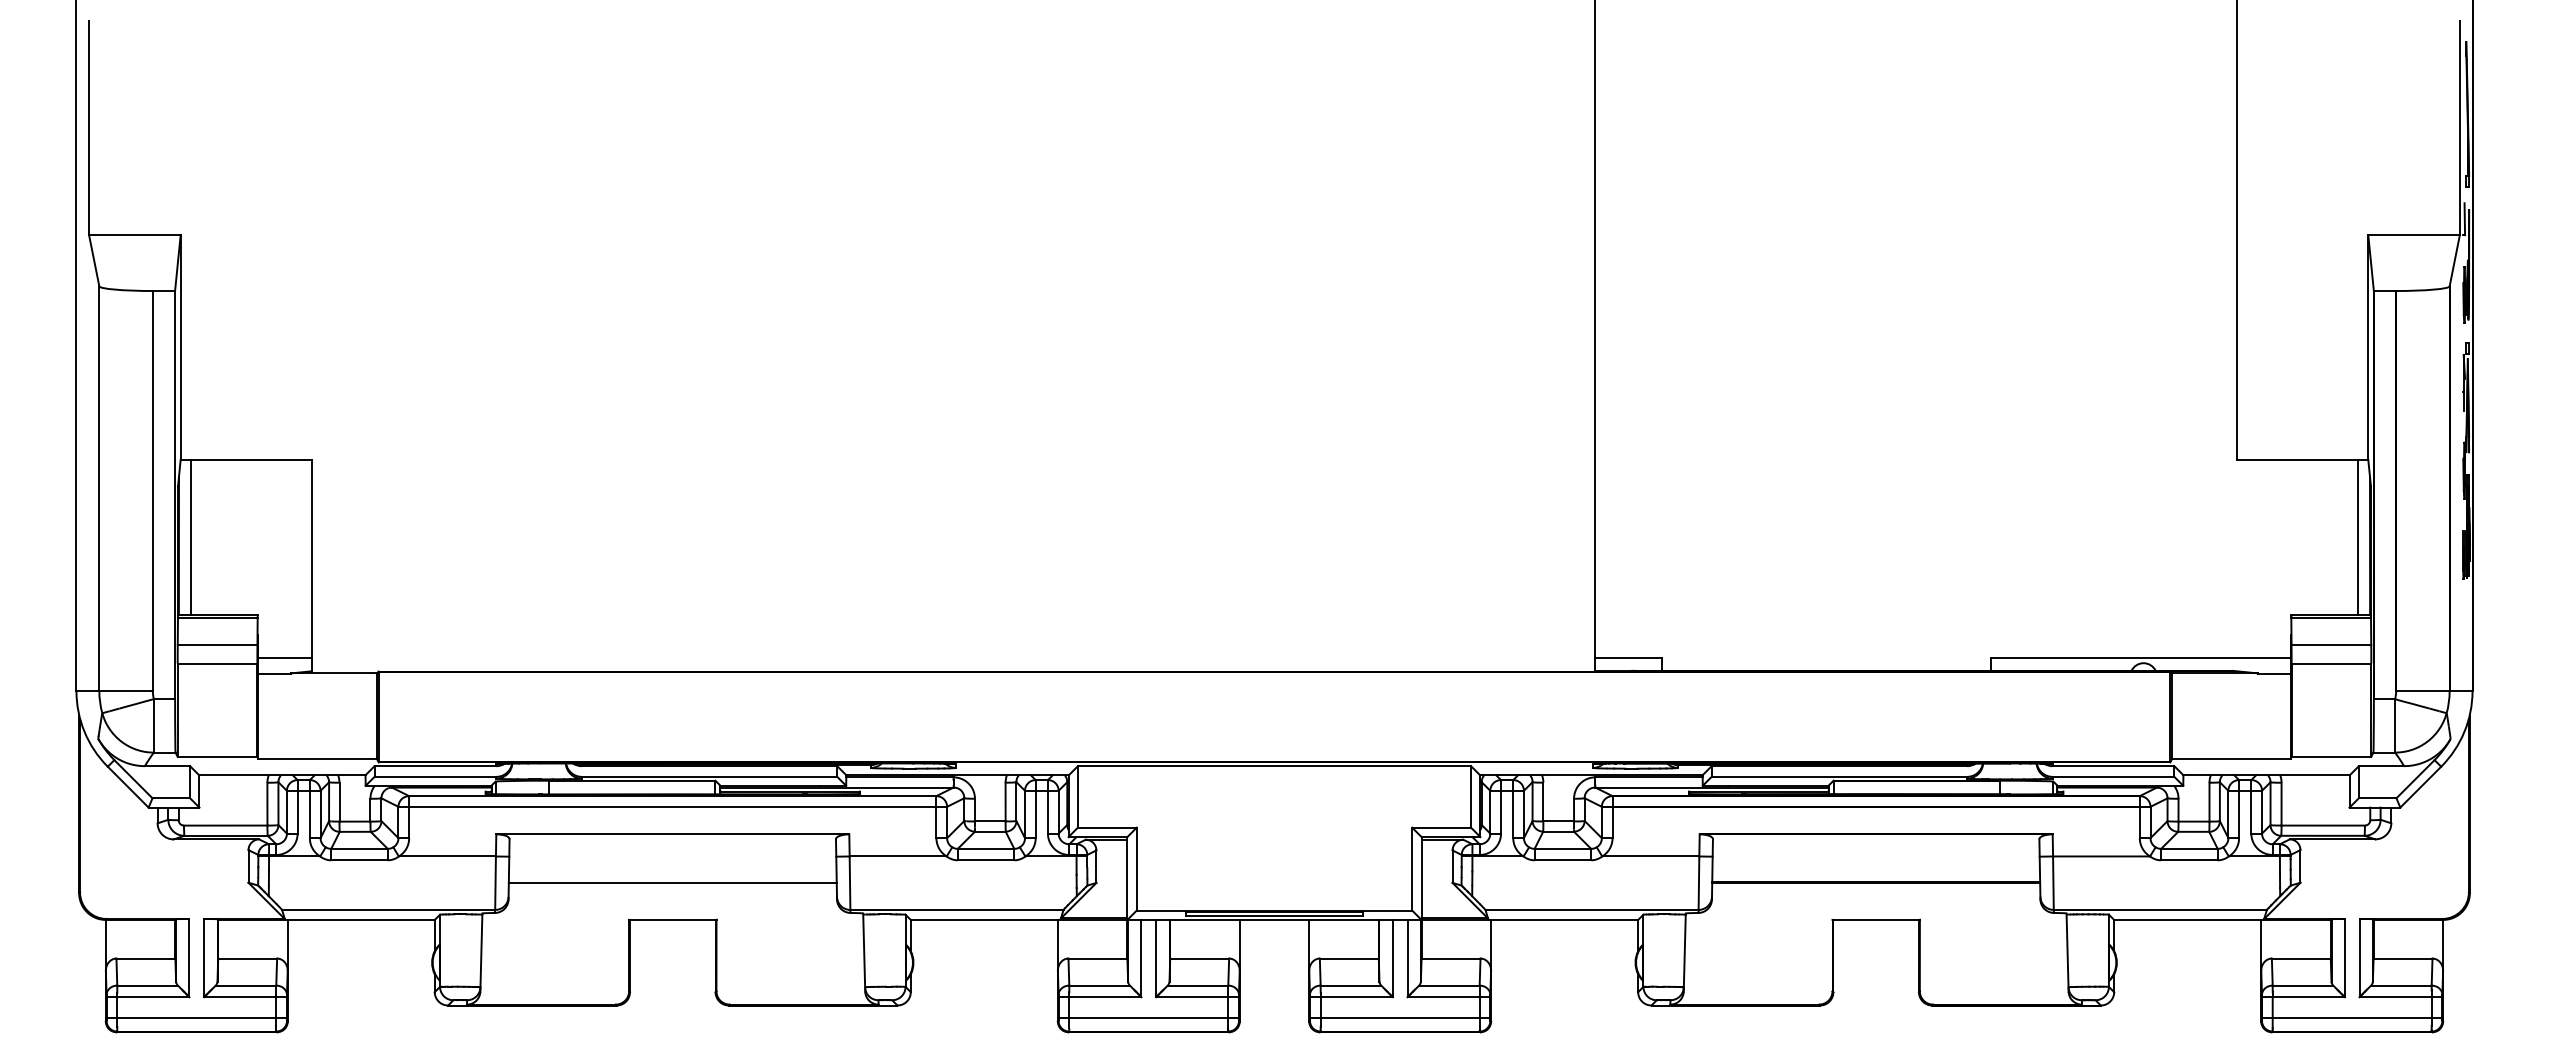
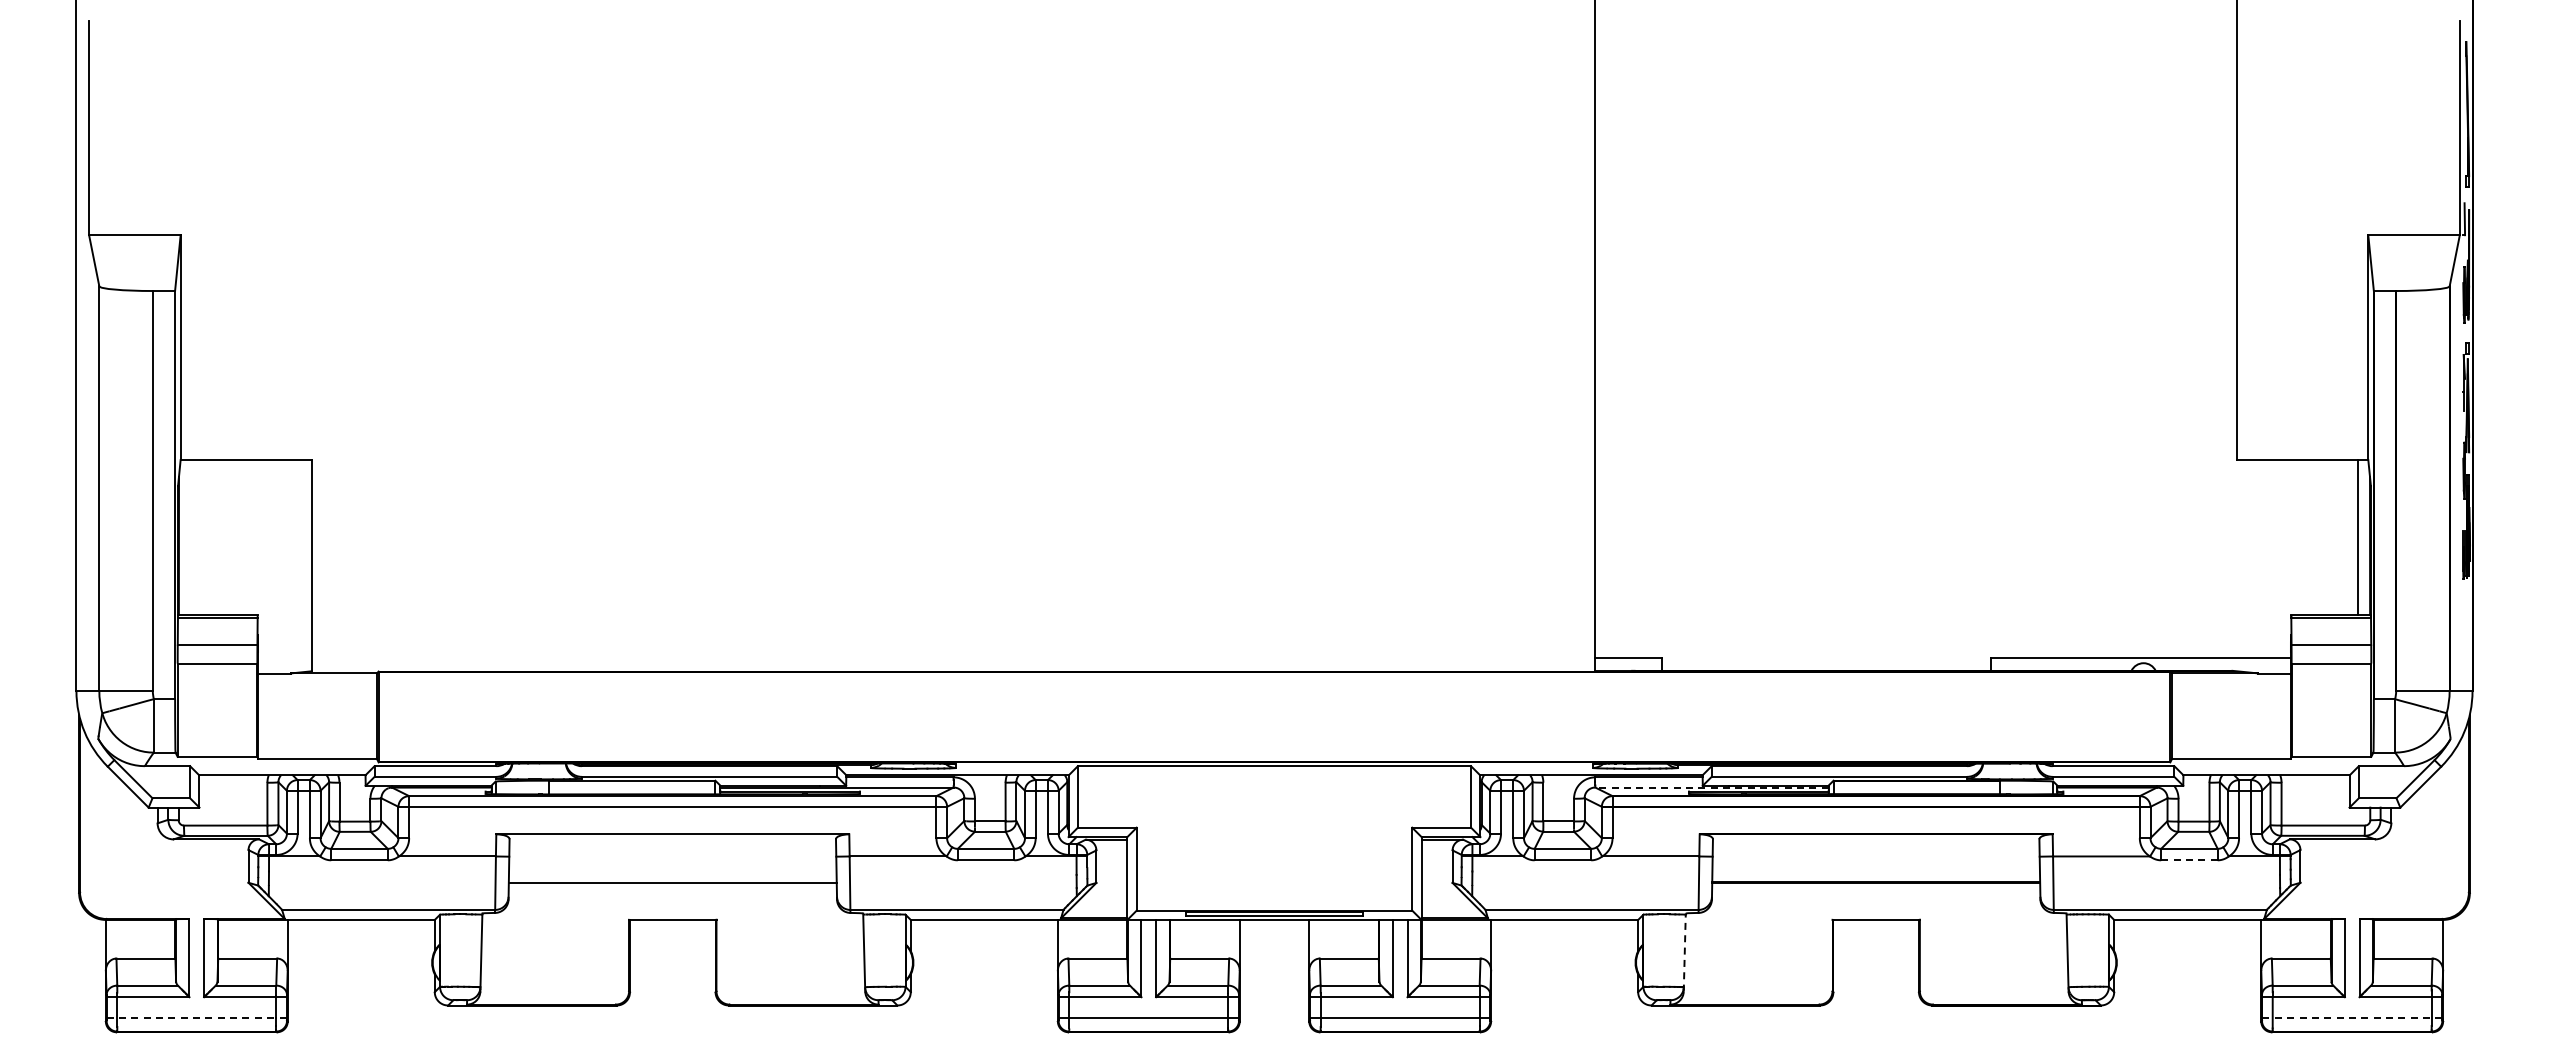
line at (191, 537): present -> none
line at (284, 657): present -> none
line at (1712, 787): solid -> dashed
line at (2189, 860): solid -> dashed
line at (1684, 952): solid -> dashed
line at (197, 1018): solid -> dashed
line at (2351, 1018): solid -> dashed
